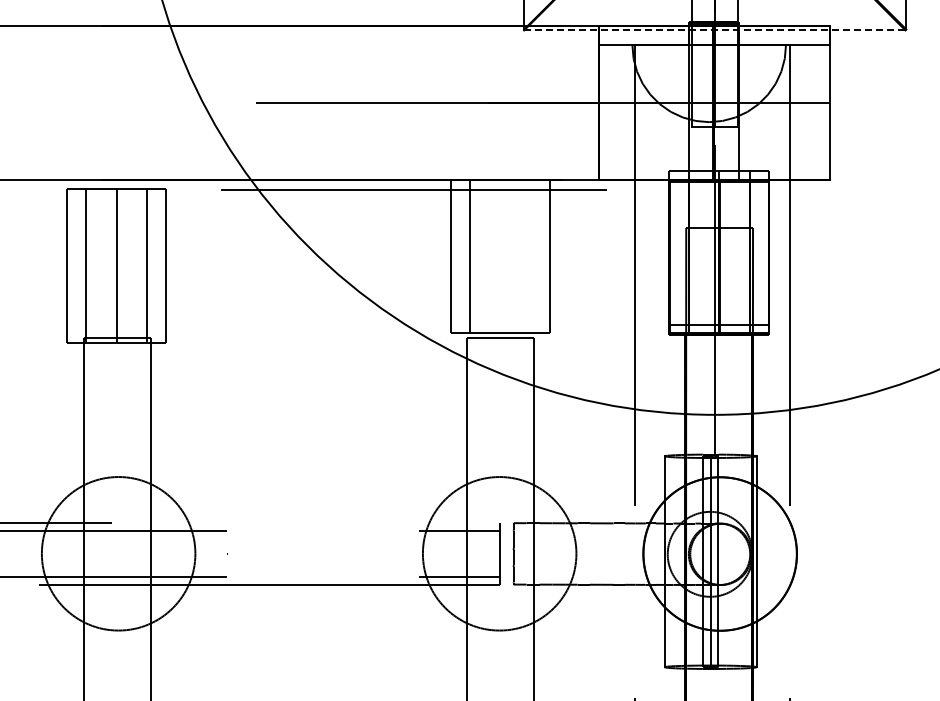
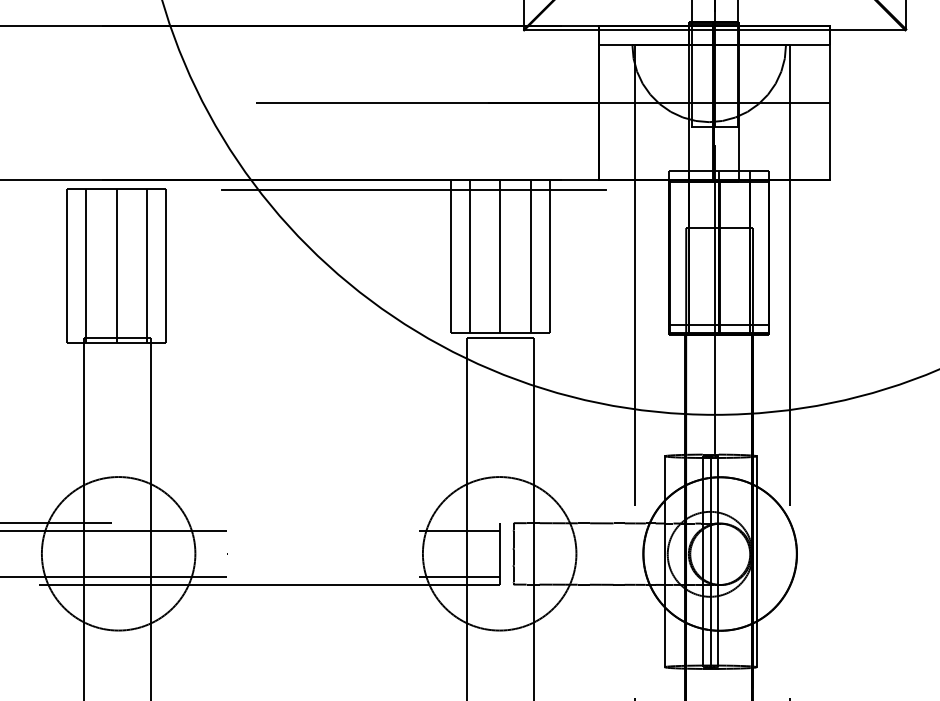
line at (714, 30): dashed -> solid
line at (500, 256): none -> present
line at (531, 256): none -> present
